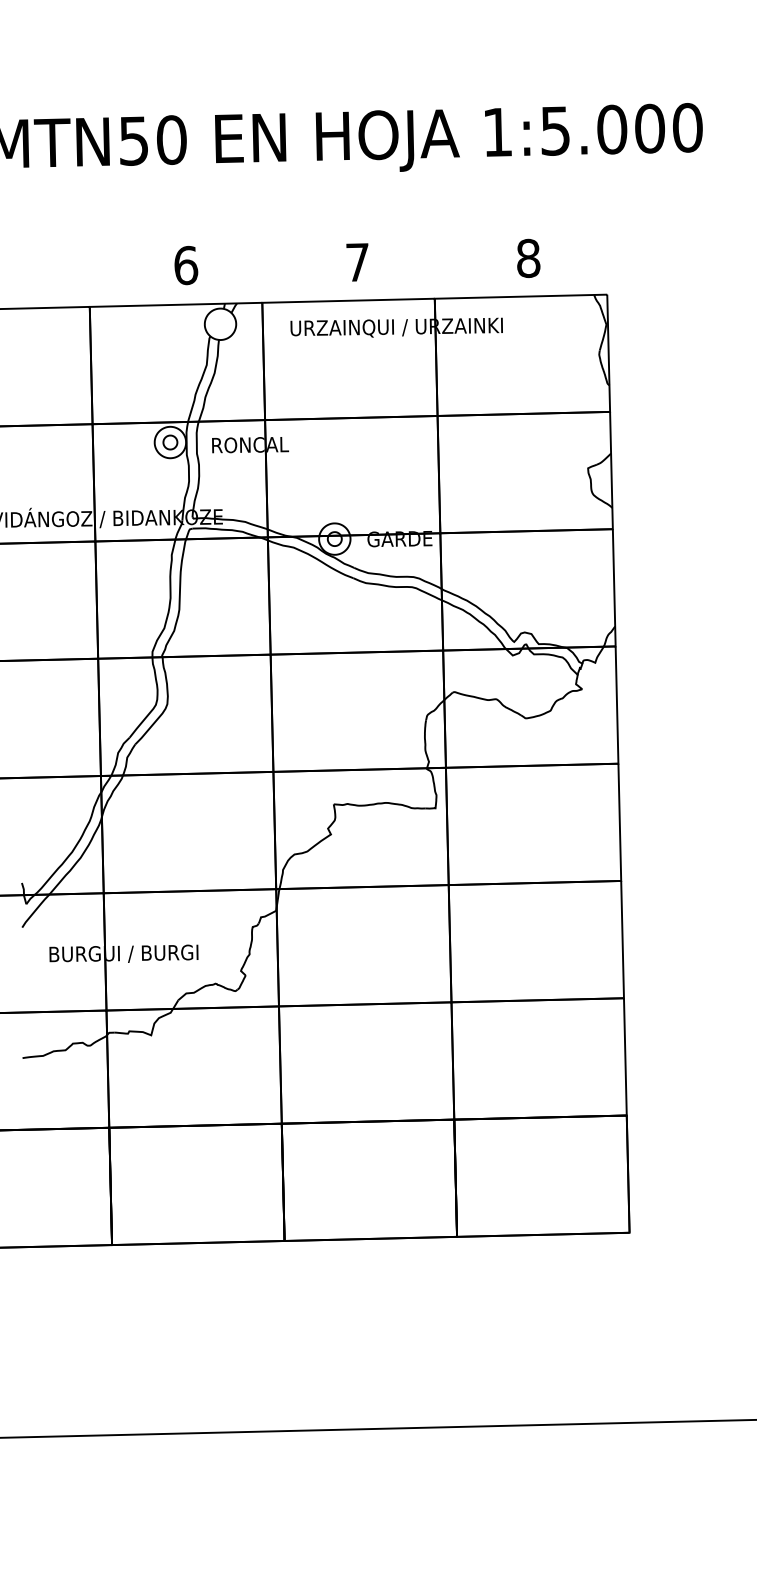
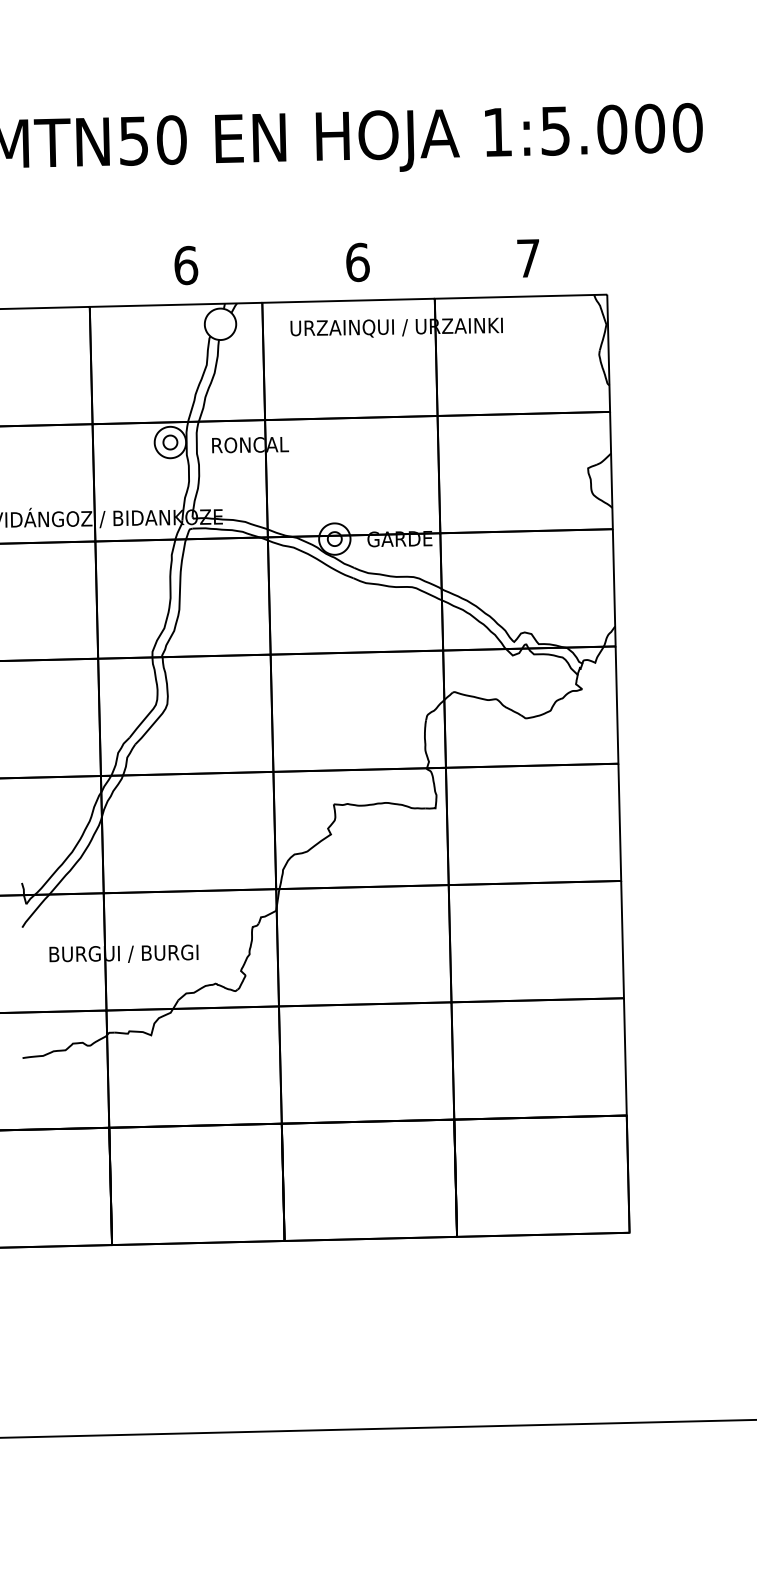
text at (528, 258): 8 -> 7
text at (357, 262): 7 -> 6
